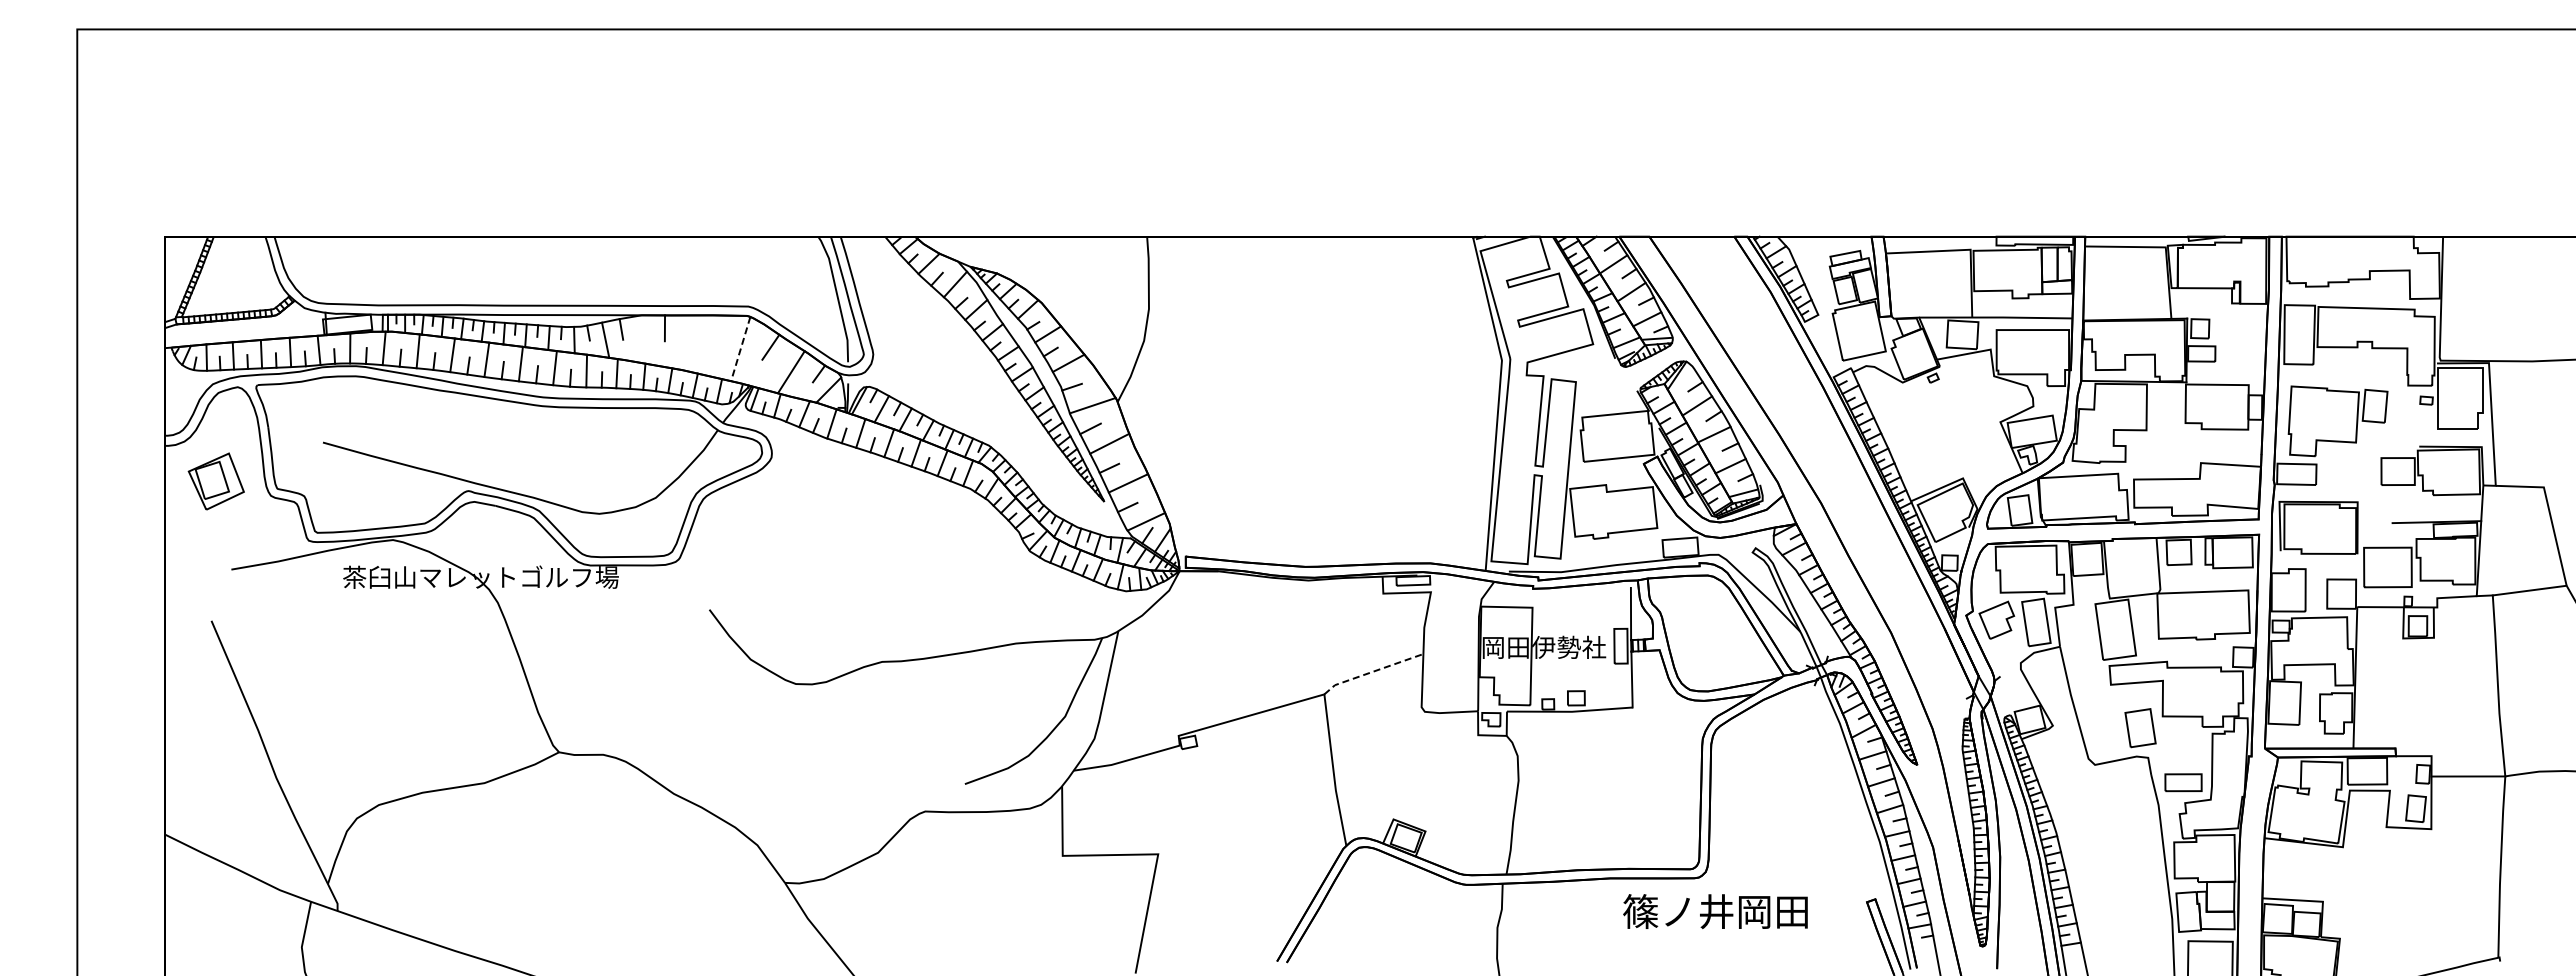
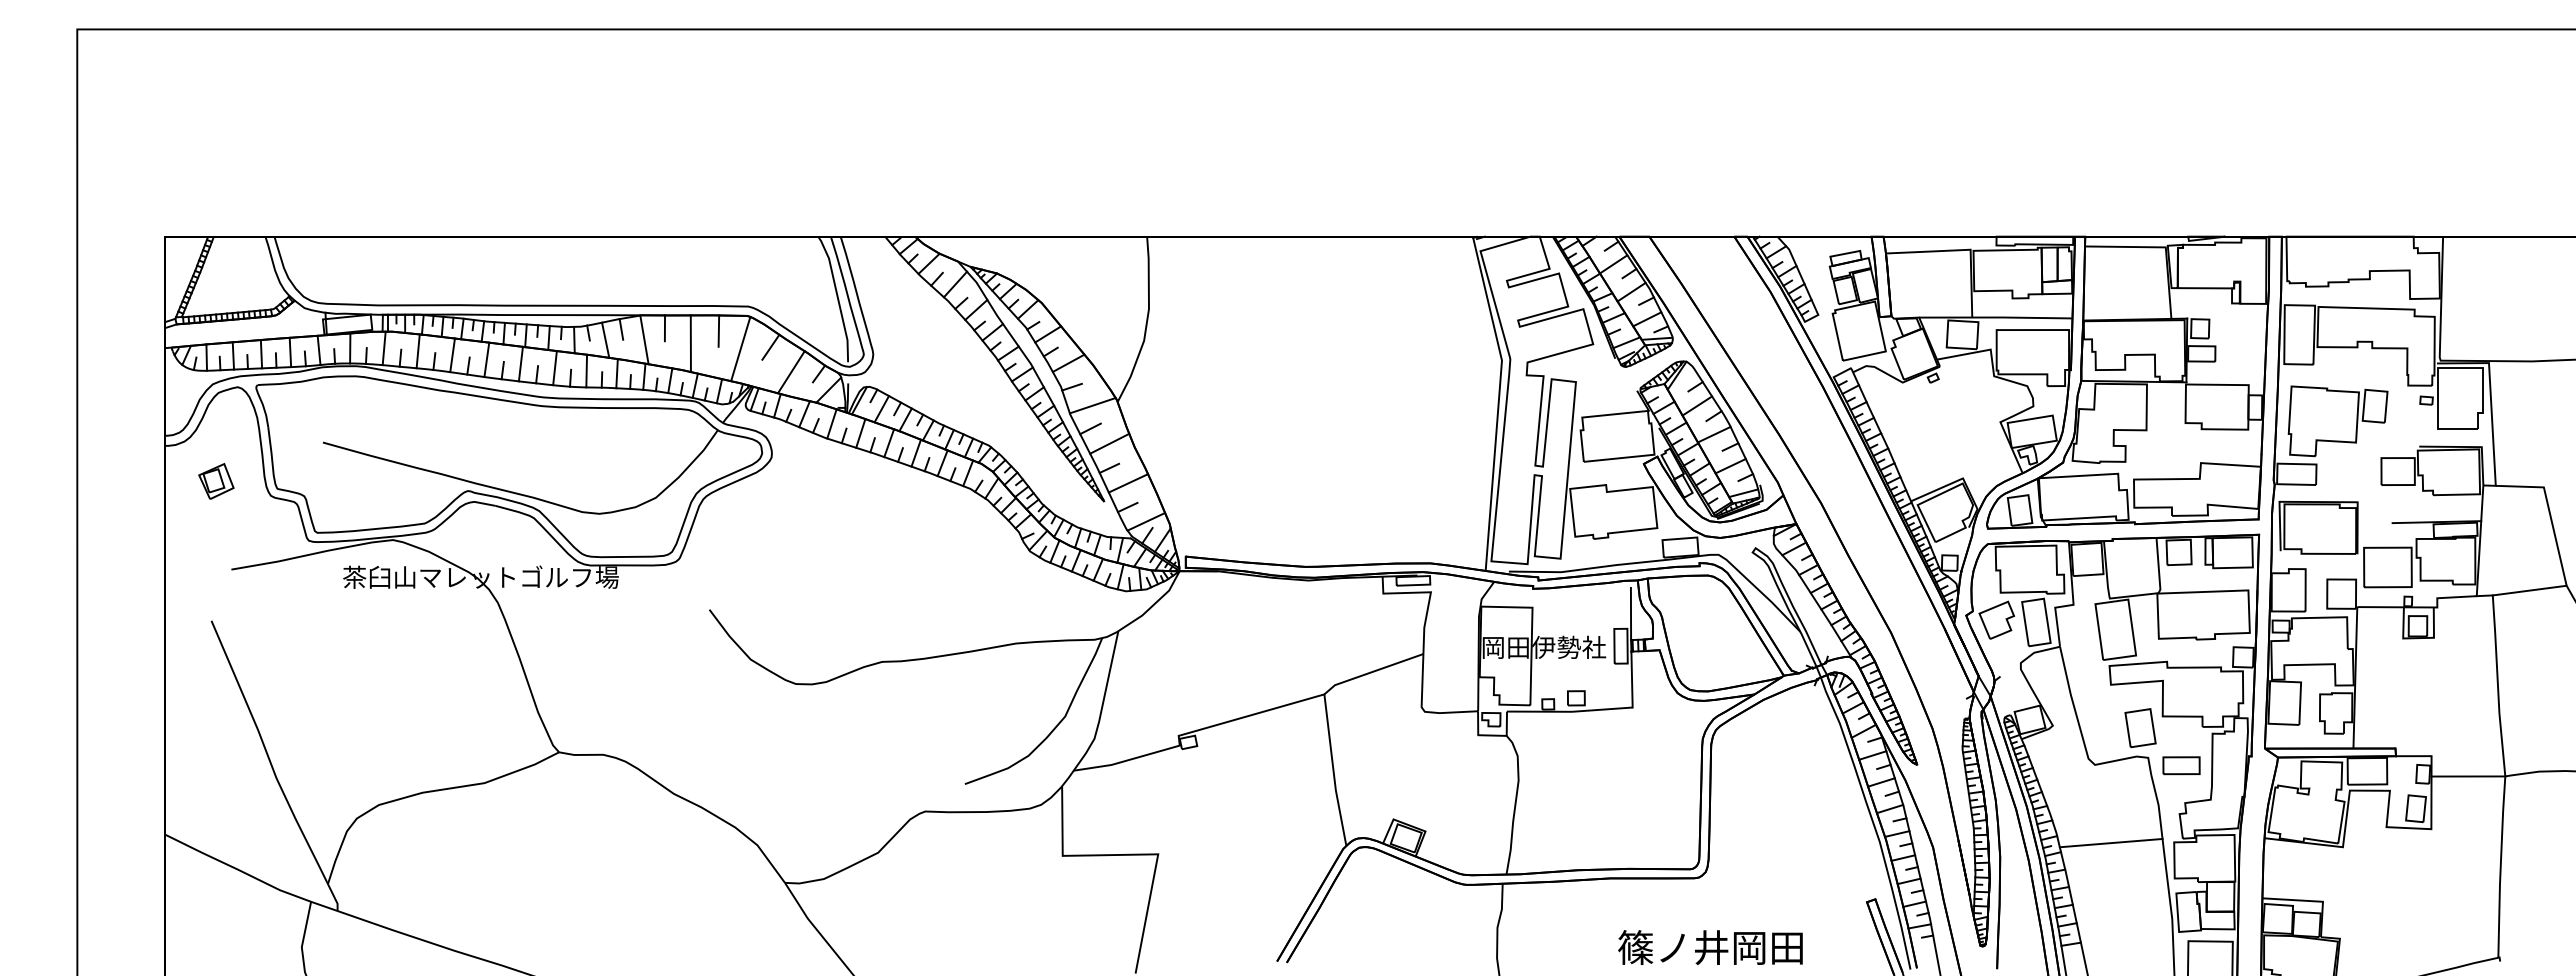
line at (718, 330): none -> present
line at (644, 339): none -> present
line at (690, 343): none -> present
line at (740, 349): dashed -> solid
part at (215, 481) size: 58x59 px -> 37x37 px
line at (1371, 672): dashed -> solid
part at (2183, 782) position: (2183, 782) -> (2181, 765)
line at (2110, 842): none -> present
text at (1715, 911) position: (1715, 911) -> (1710, 947)
